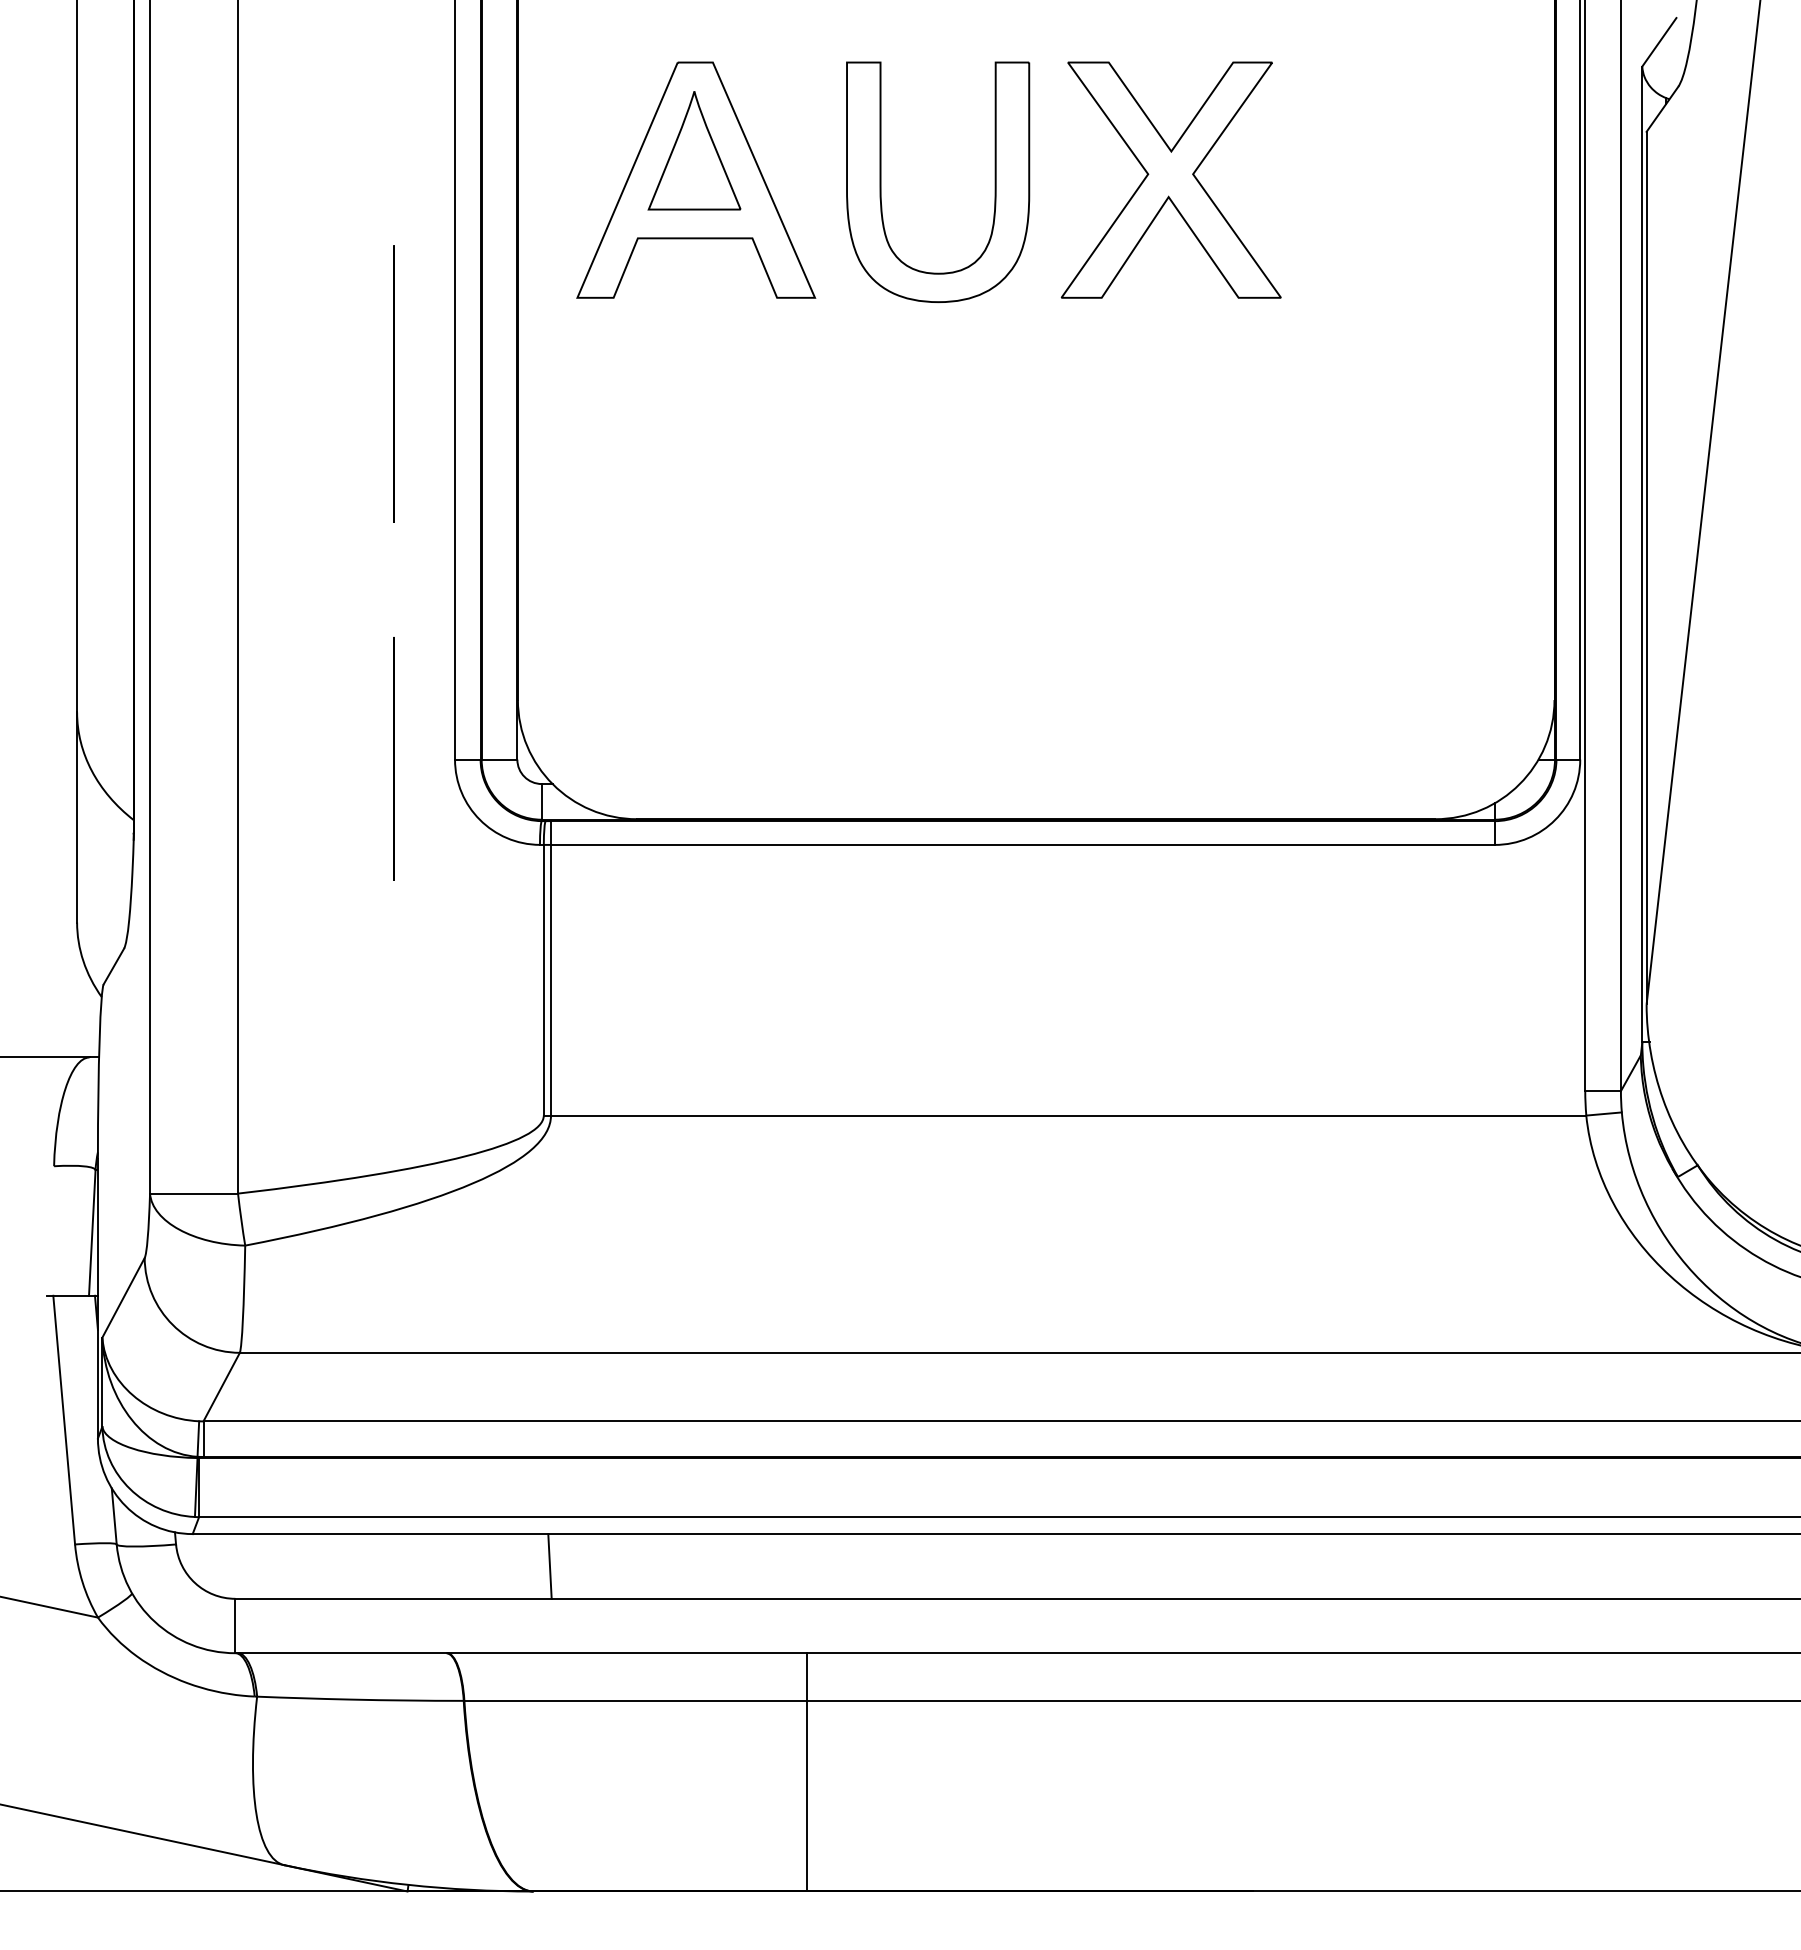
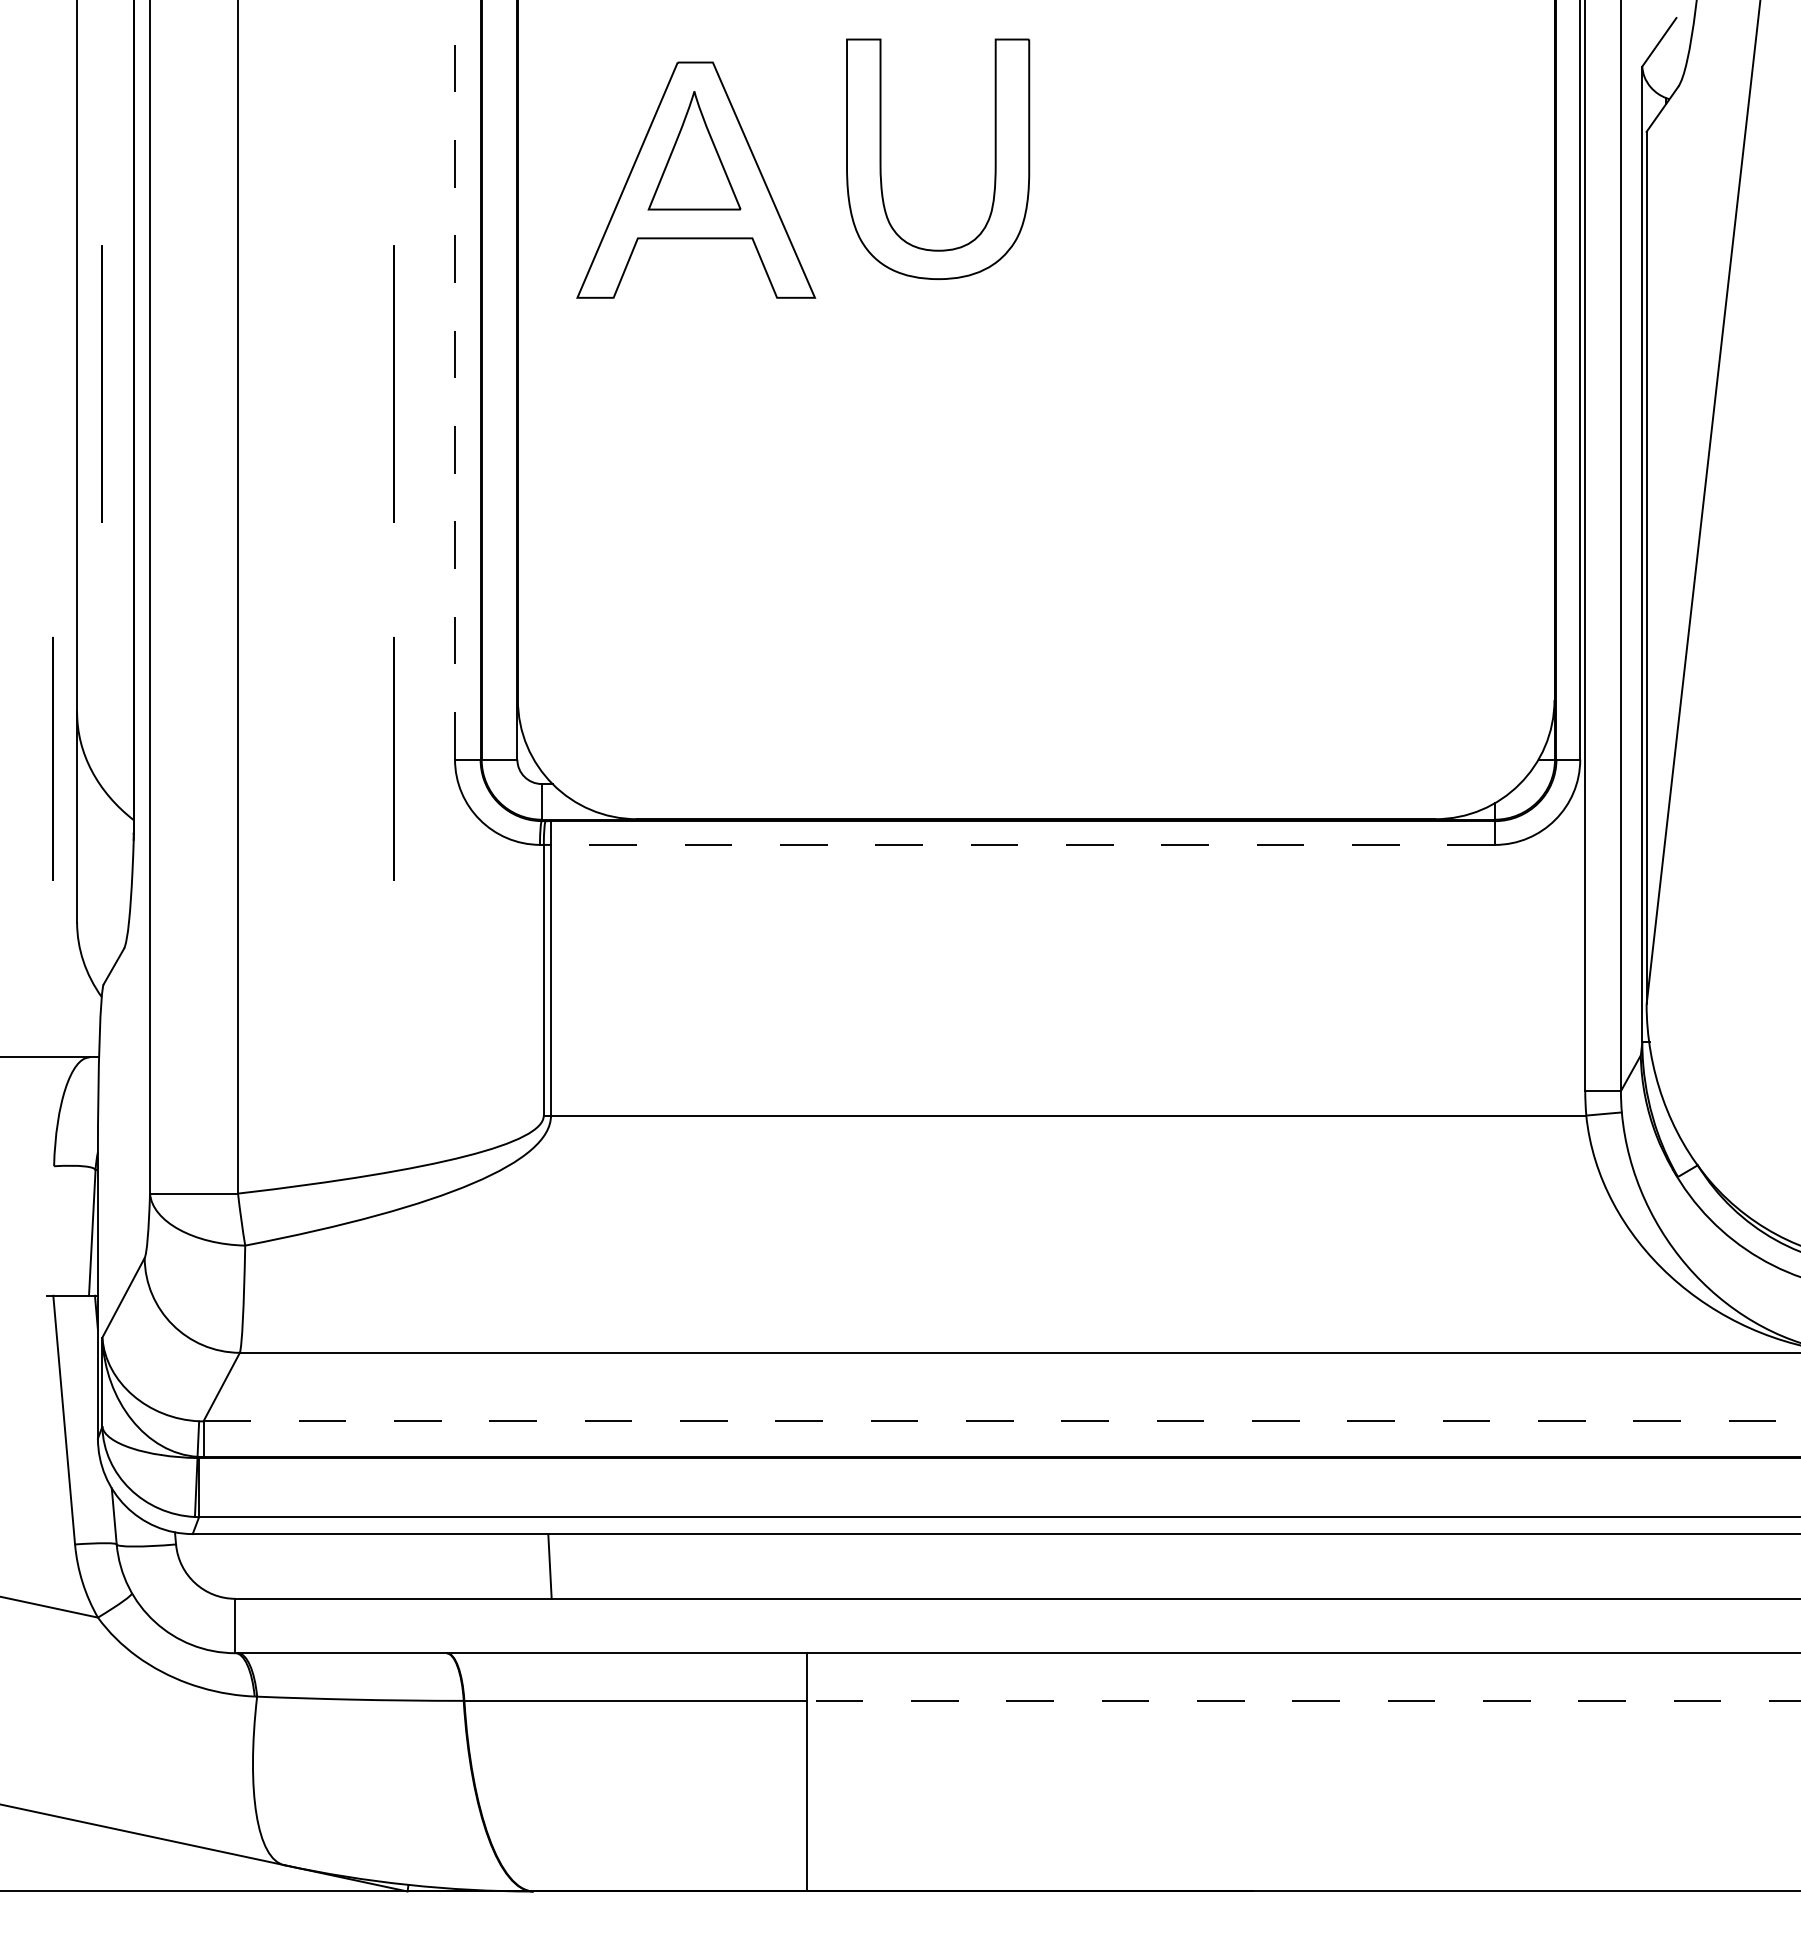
part at (1170, 179): present -> none
part at (994, 181) position: (994, 181) -> (994, 158)
line at (454, 379): solid -> dashed
line at (101, 383): none -> present
line at (52, 758): none -> present
line at (1022, 844): solid -> dashed
line at (1002, 1421): solid -> dashed
line at (1303, 1700): solid -> dashed
